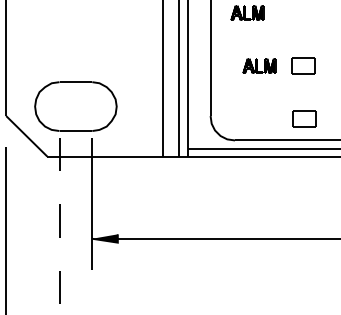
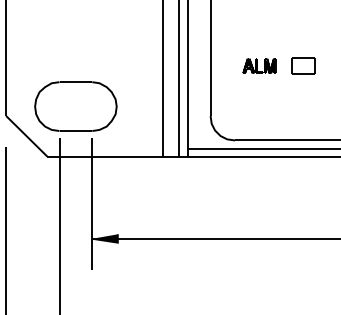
part at (247, 12): present -> none
part at (304, 118): present -> none
line at (59, 226): dashed -> solid
